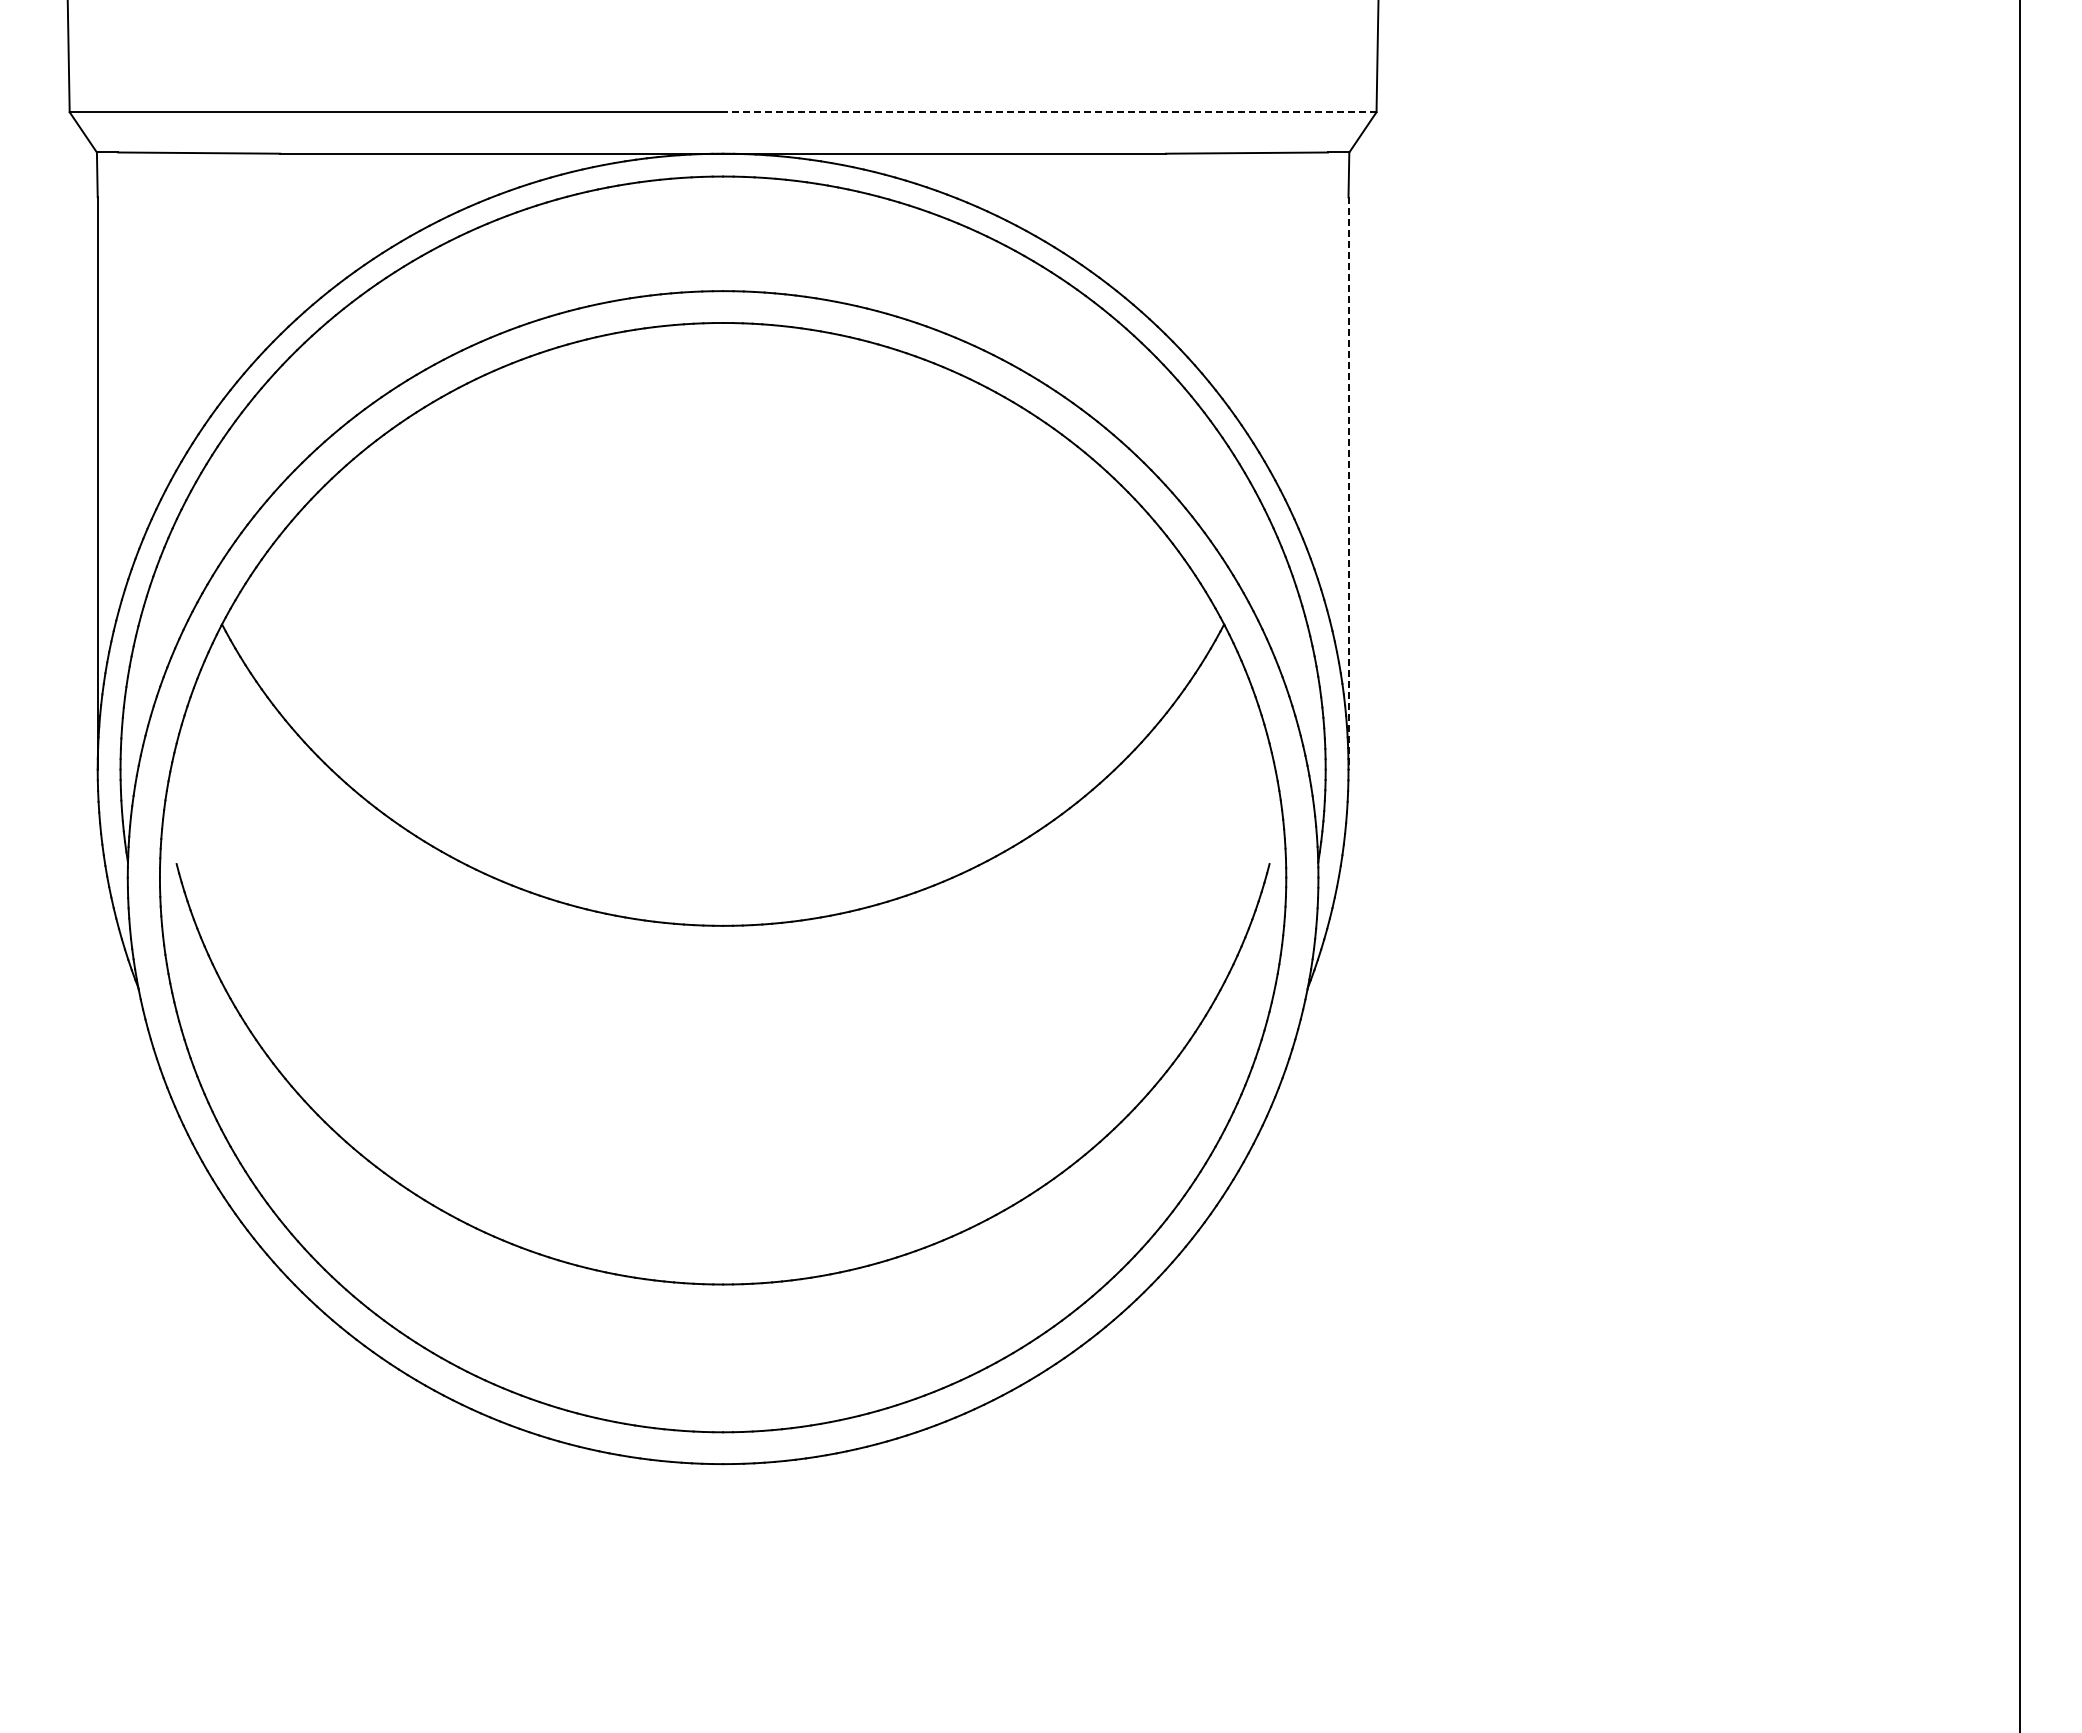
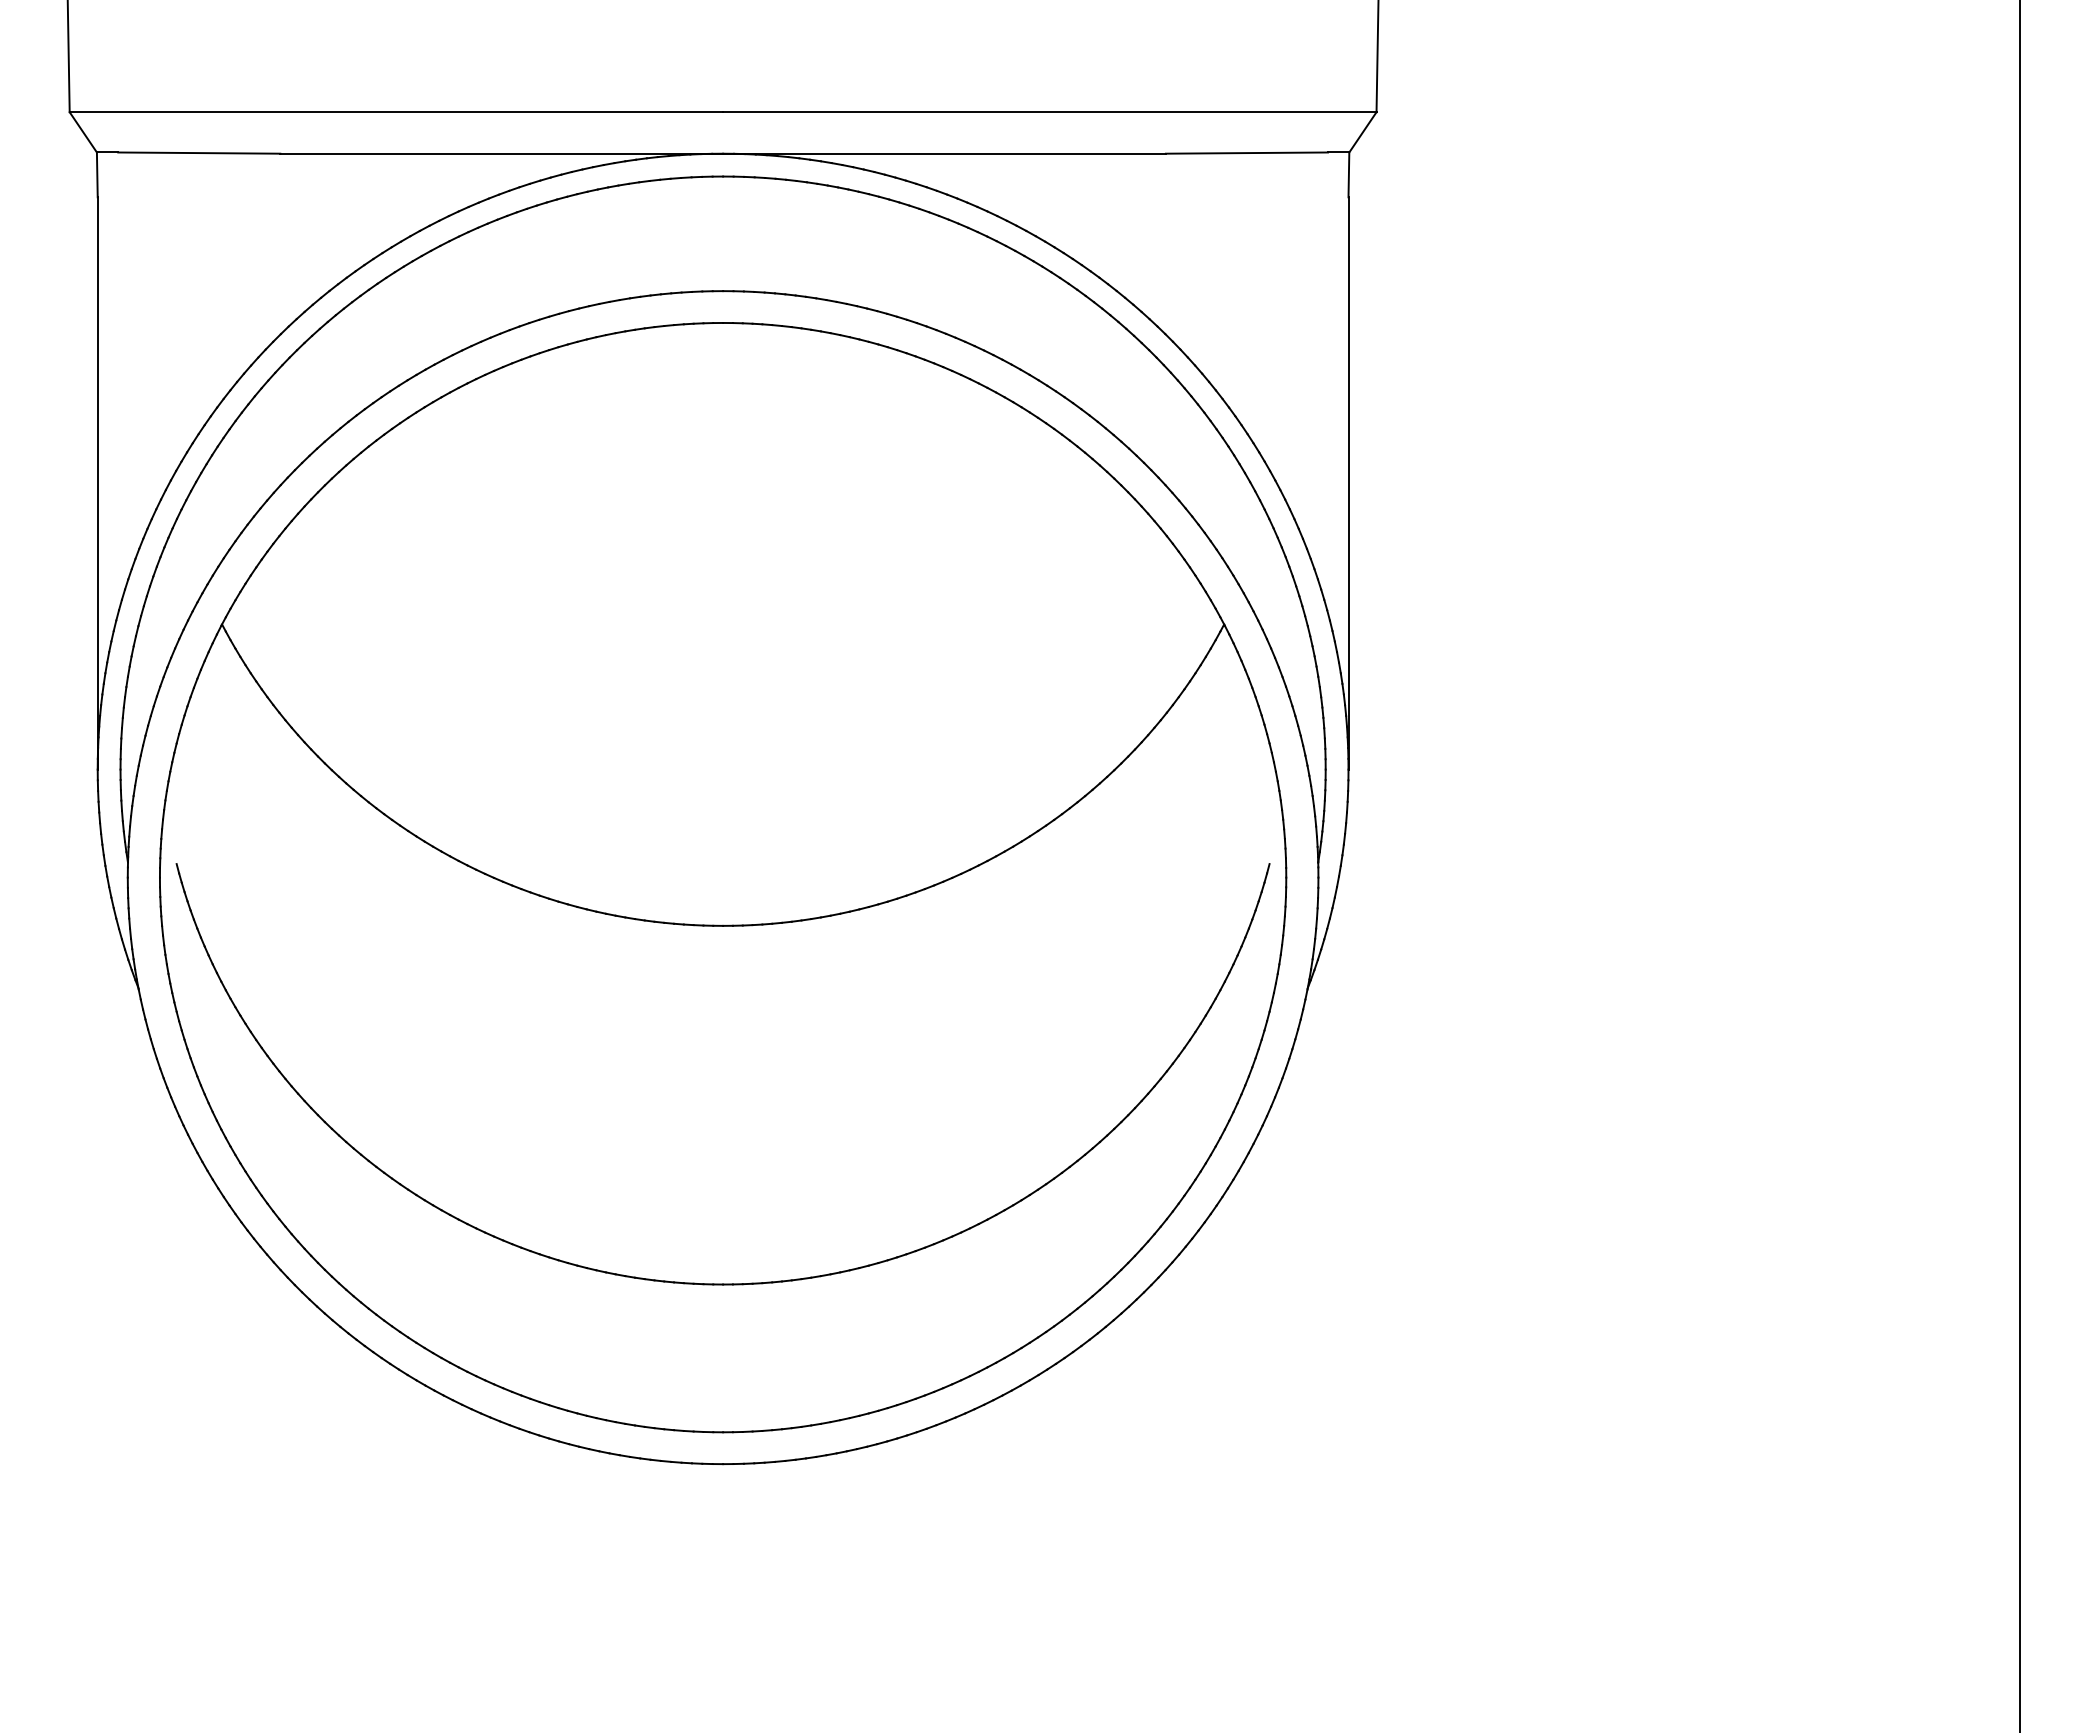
line at (1049, 112): dashed -> solid
line at (1348, 483): dashed -> solid
